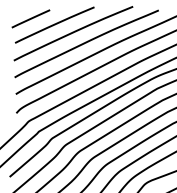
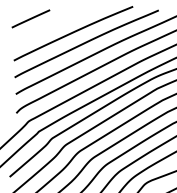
line at (54, 24): present -> none
